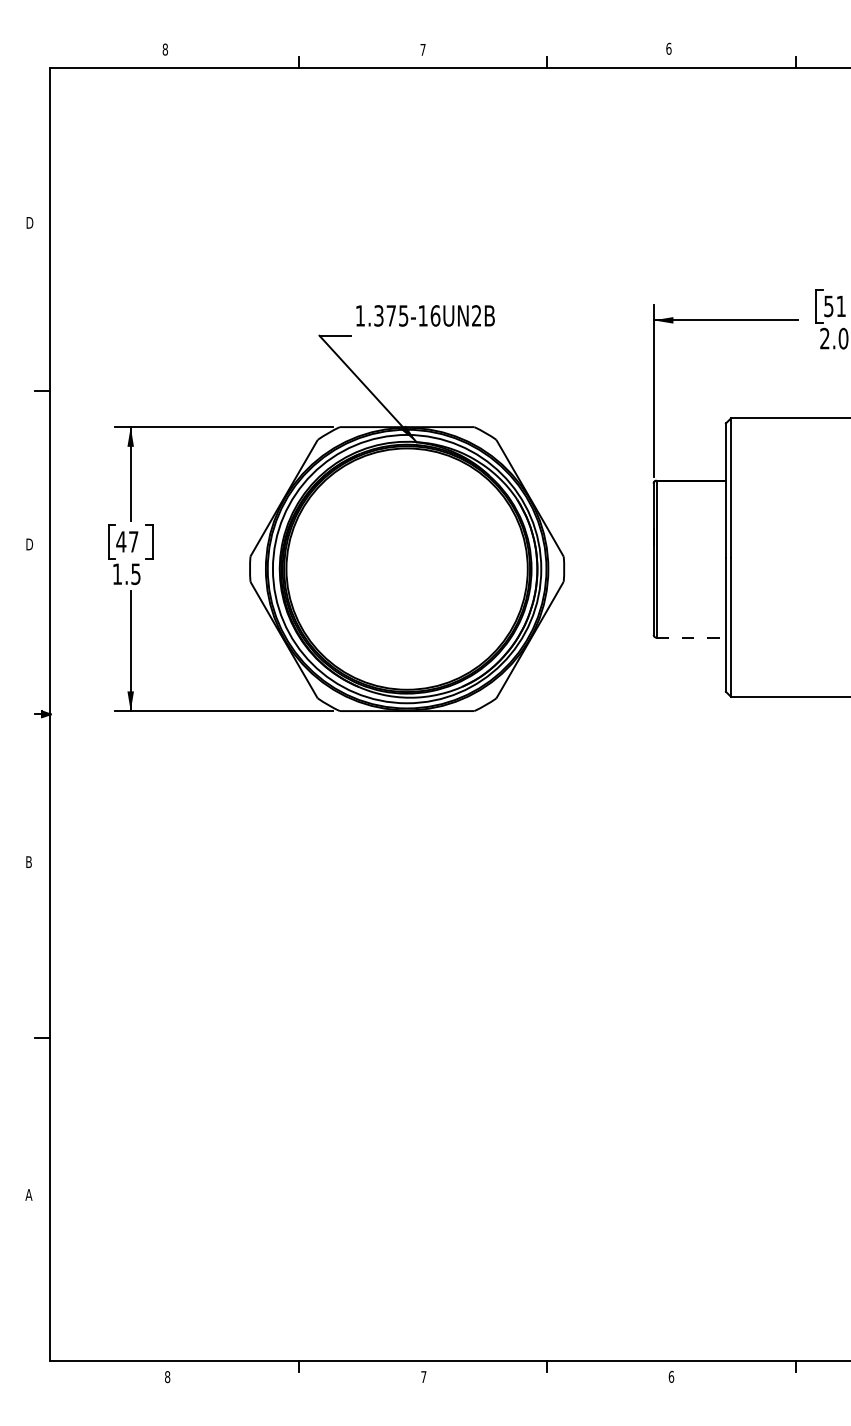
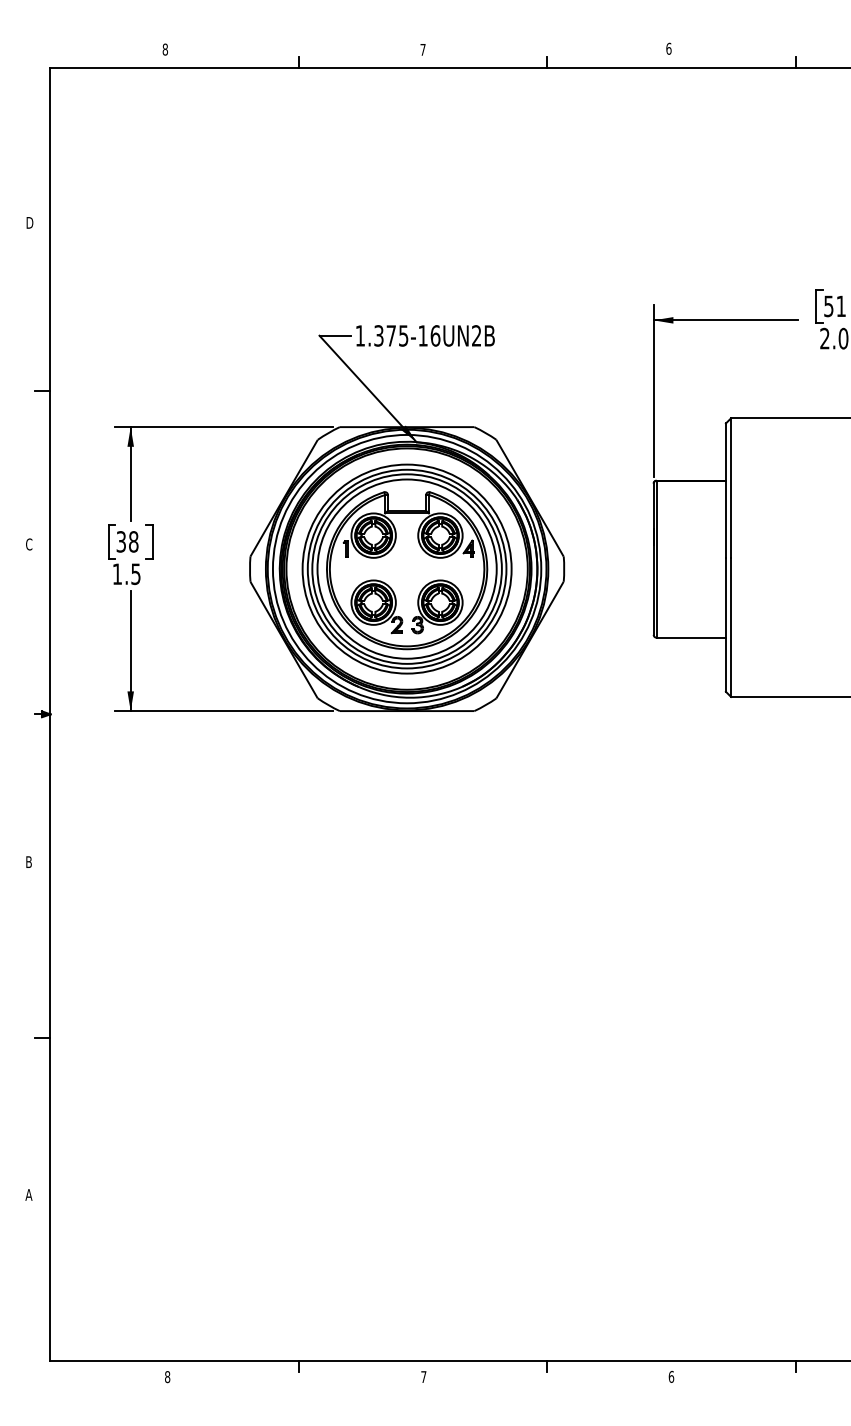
text at (425, 315) position: (425, 315) -> (425, 335)
text at (127, 541): 47 -> 38
text at (29, 544): D -> C
part at (406, 568): none -> present
line at (691, 637): dashed -> solid
